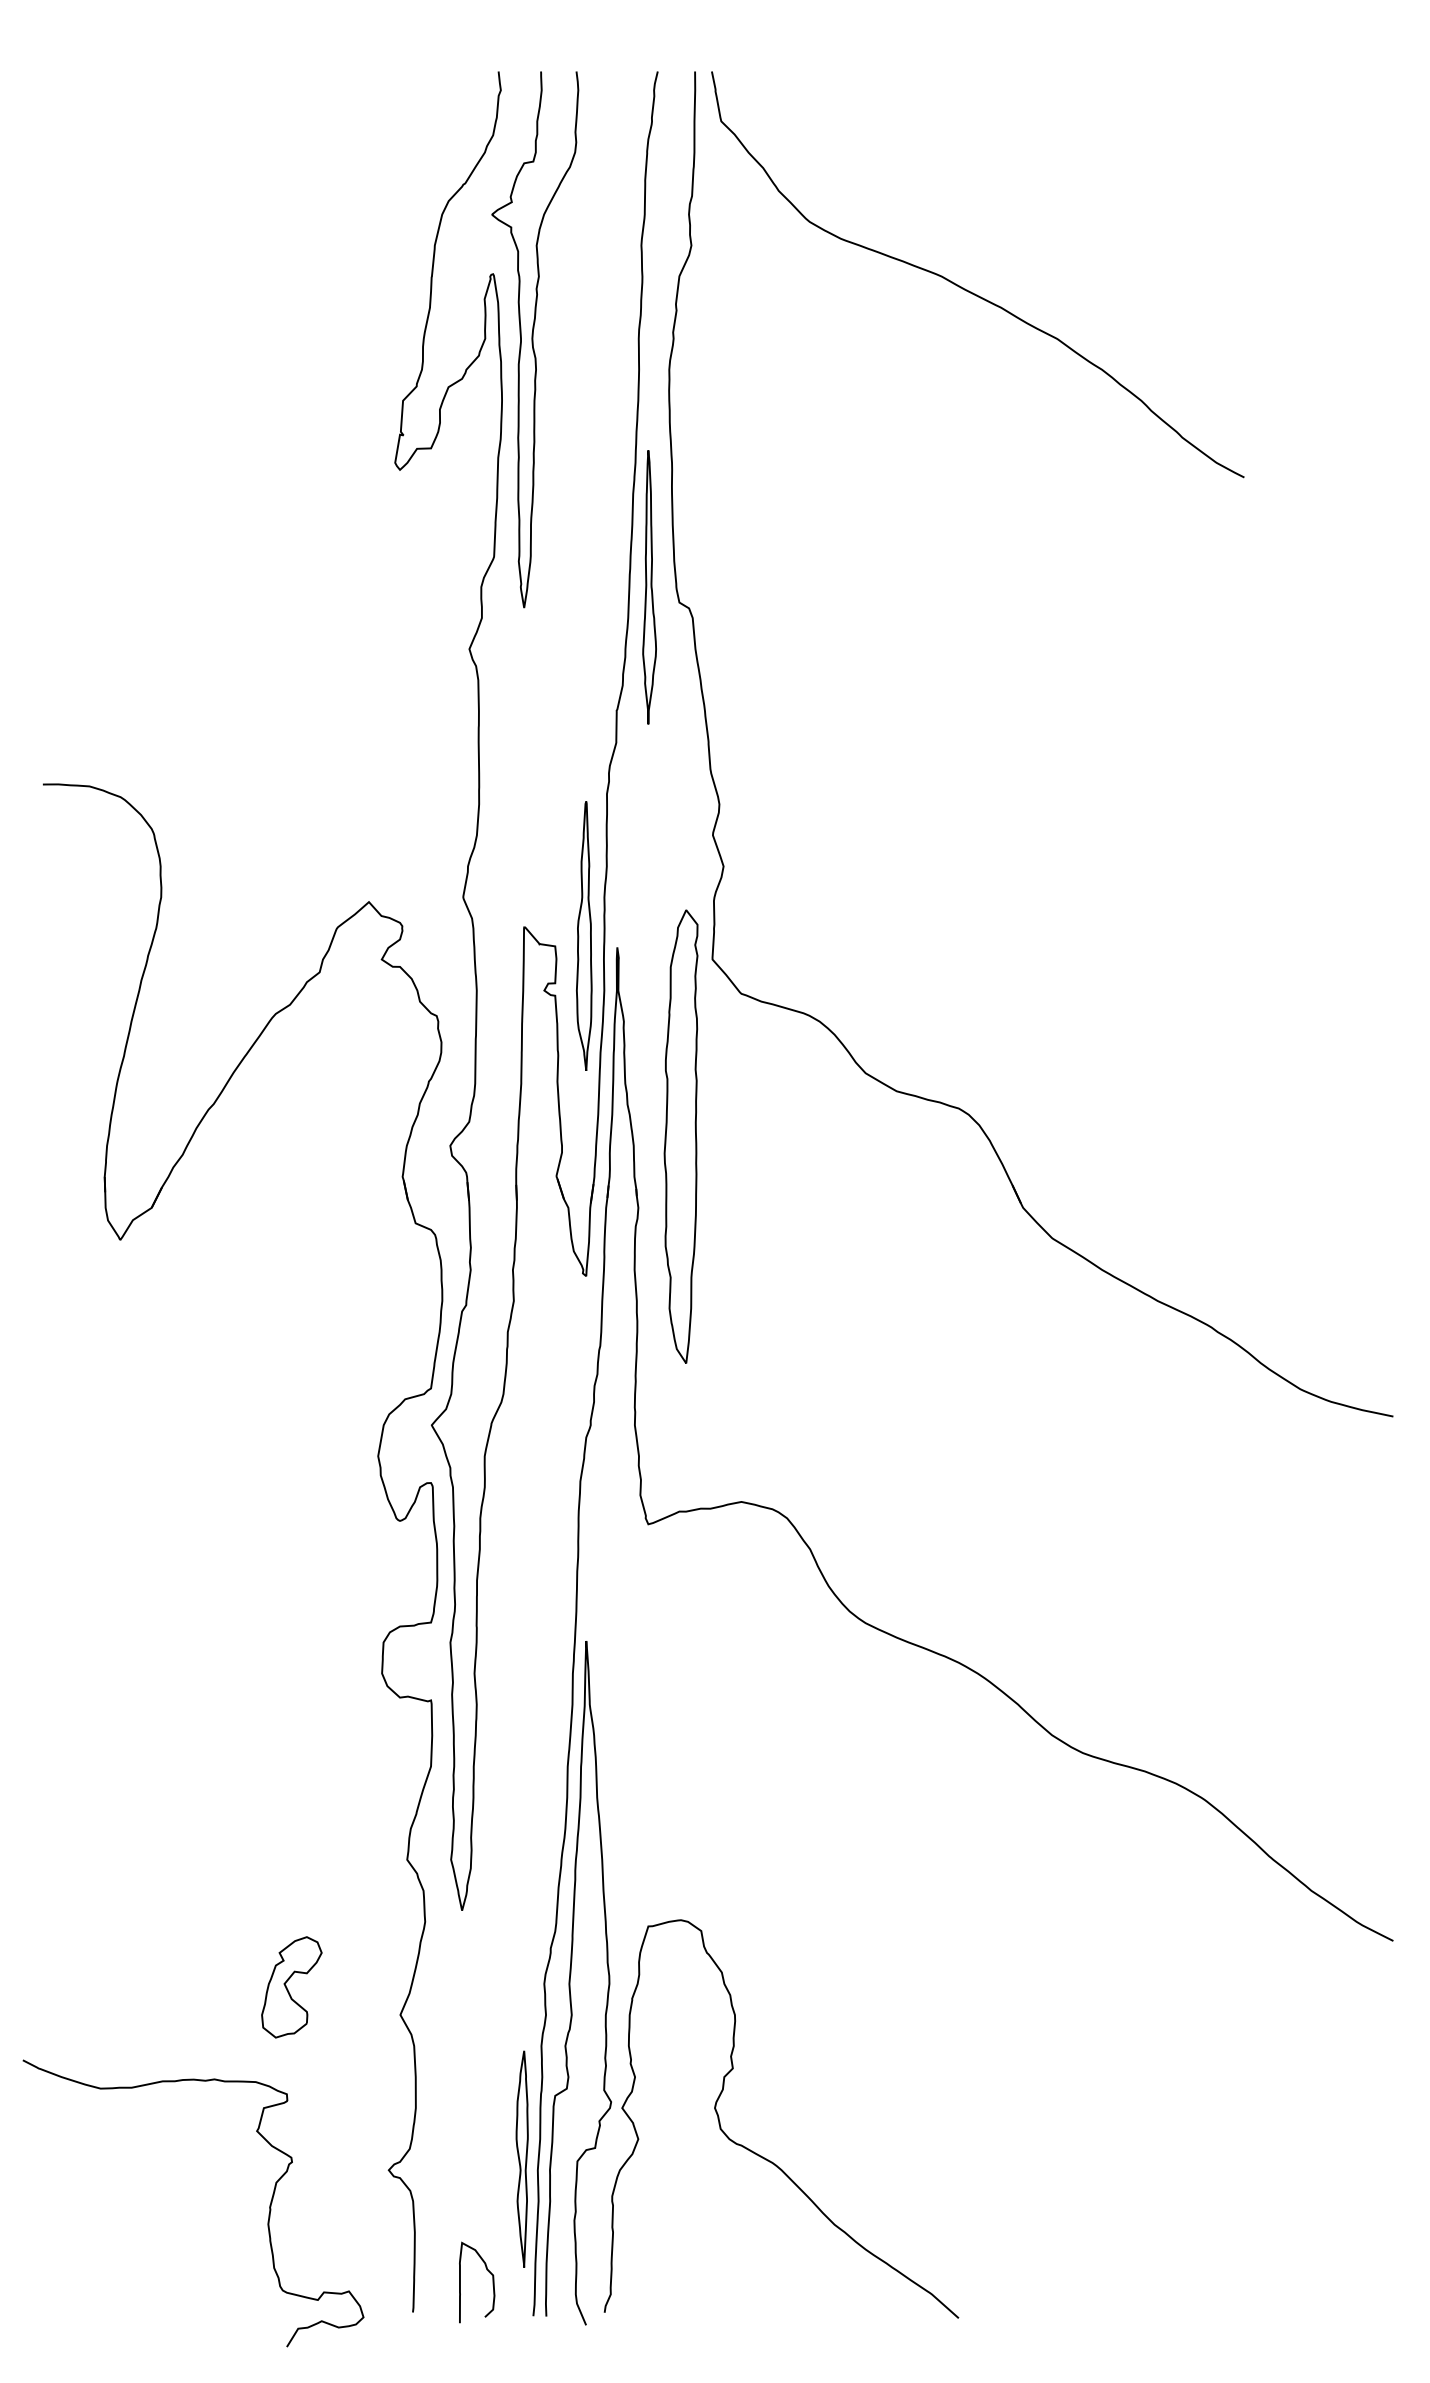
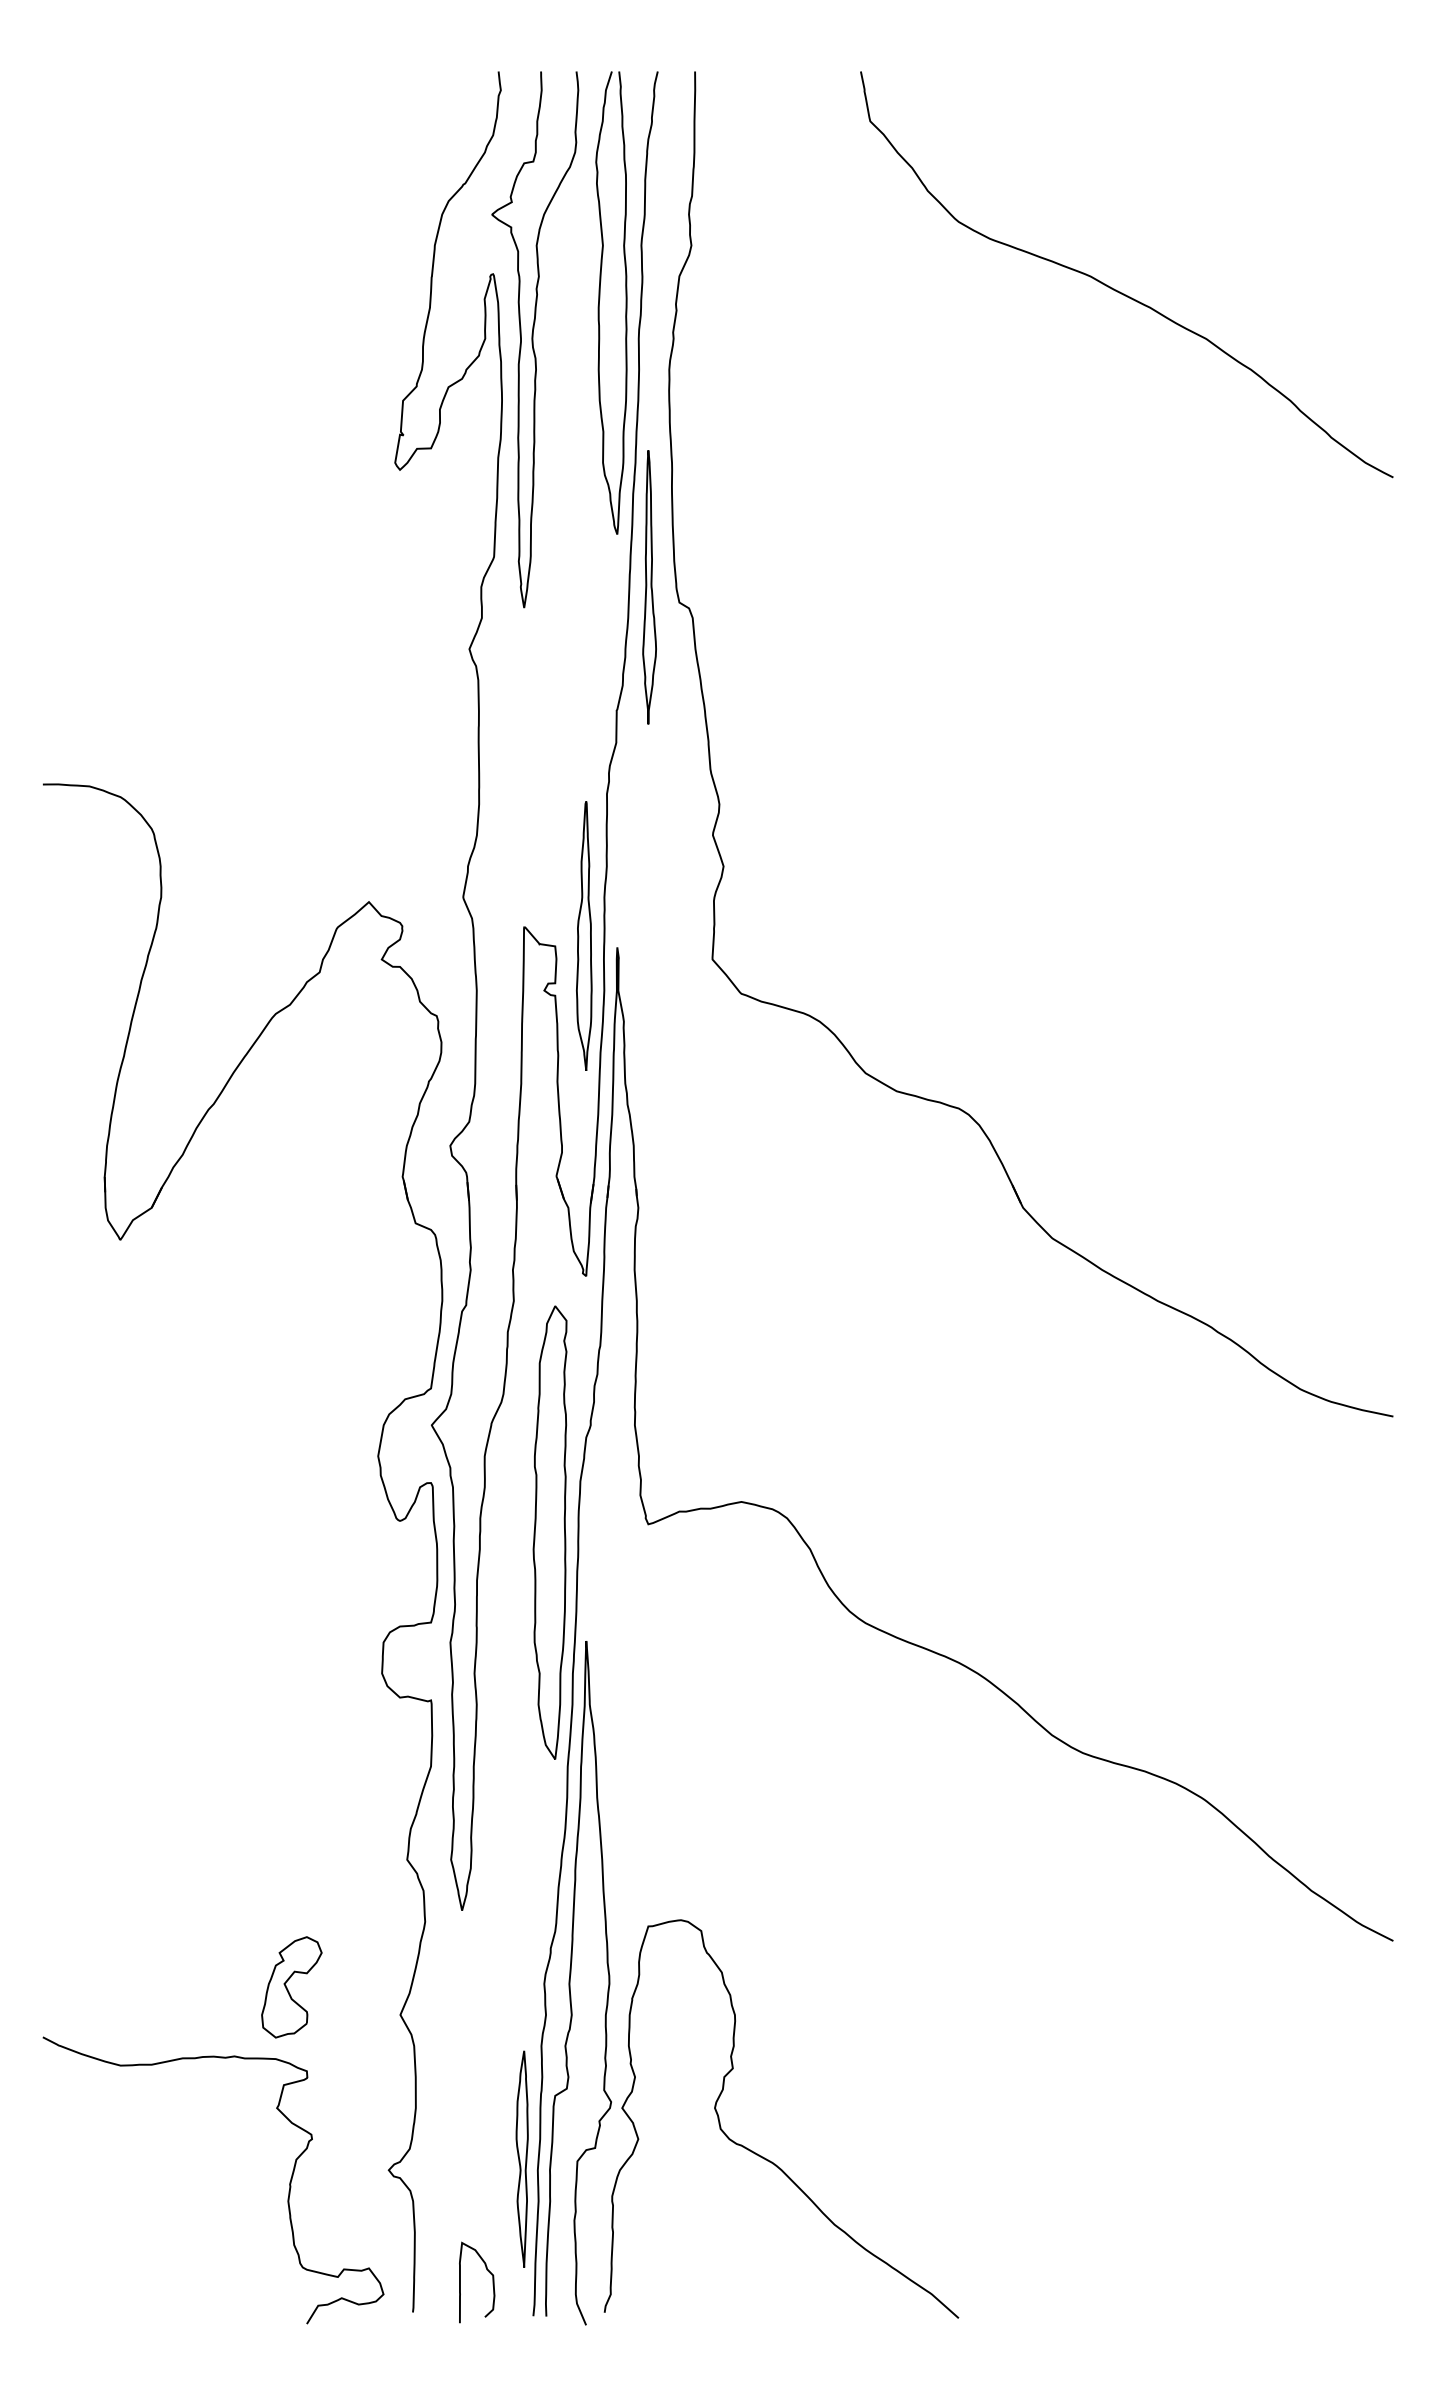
curve at (969, 290) position: (969, 290) -> (1118, 290)
curve at (600, 299): none -> present
part at (680, 1136) position: (680, 1136) -> (549, 1532)
curve at (268, 2214) position: (268, 2214) -> (288, 2191)
